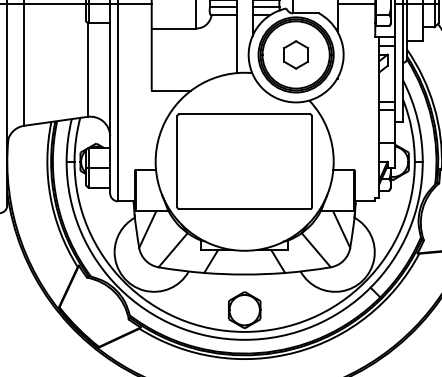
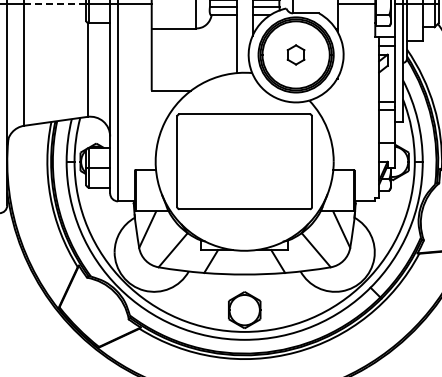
line at (54, 3): solid -> dashed
part at (295, 54) size: 26x30 px -> 20x22 px
